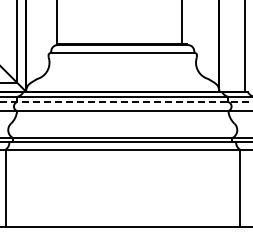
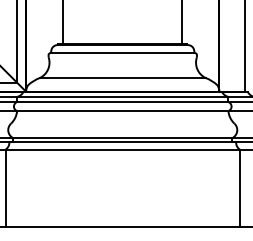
line at (57, 22) position: (57, 22) -> (63, 22)
line at (122, 77): none -> present
line at (126, 102): dashed -> solid
